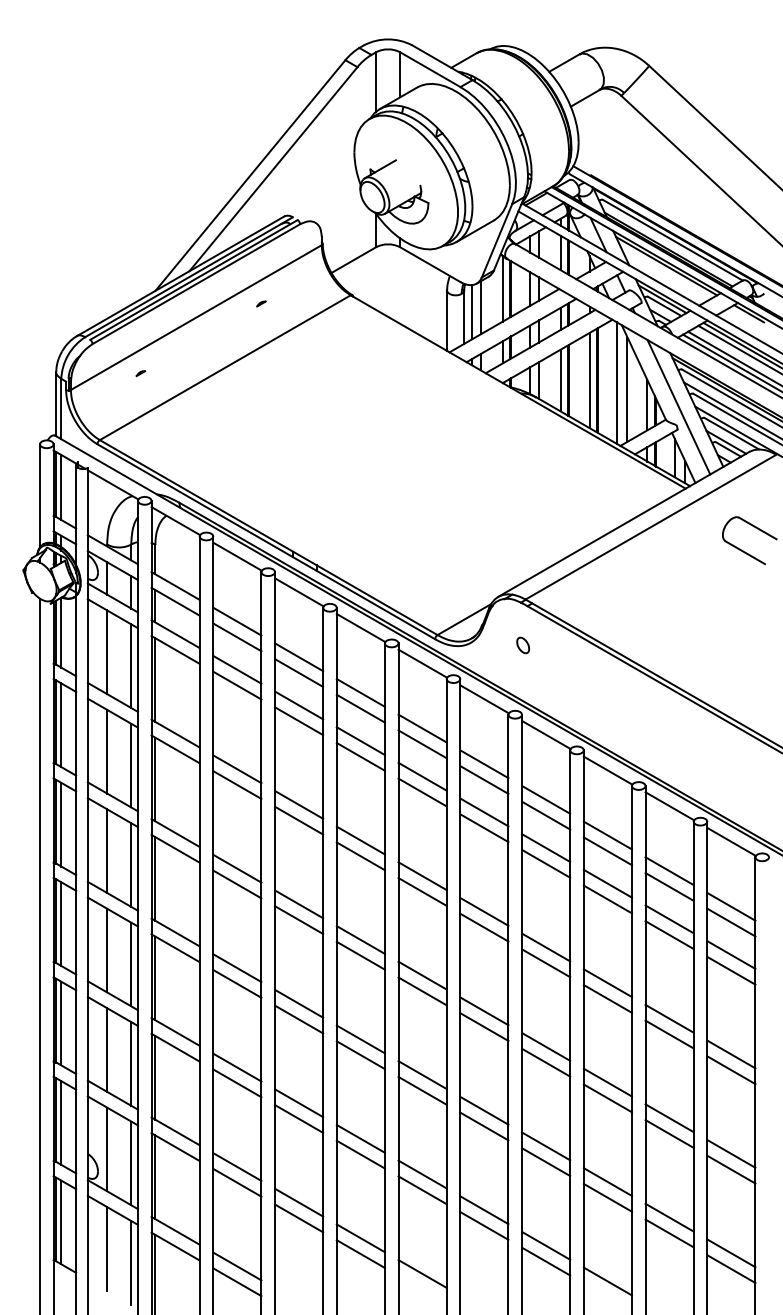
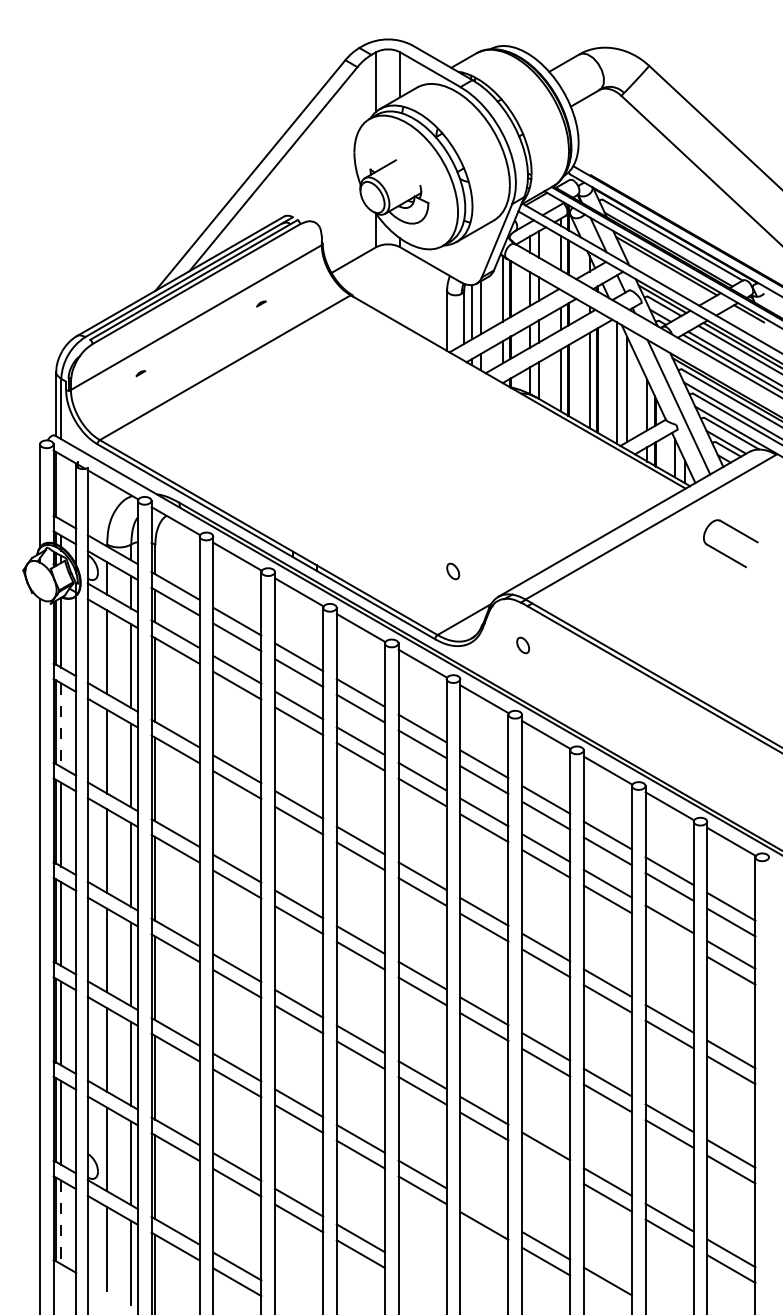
line at (61, 486): present -> none
part at (743, 550) position: (743, 550) -> (724, 553)
part at (452, 571): none -> present
line at (61, 725): solid -> dashed
line at (669, 935): present -> none
line at (546, 1162): present -> none
line at (484, 1210): present -> none
line at (61, 1222): solid -> dashed
line at (422, 1273): present -> none
